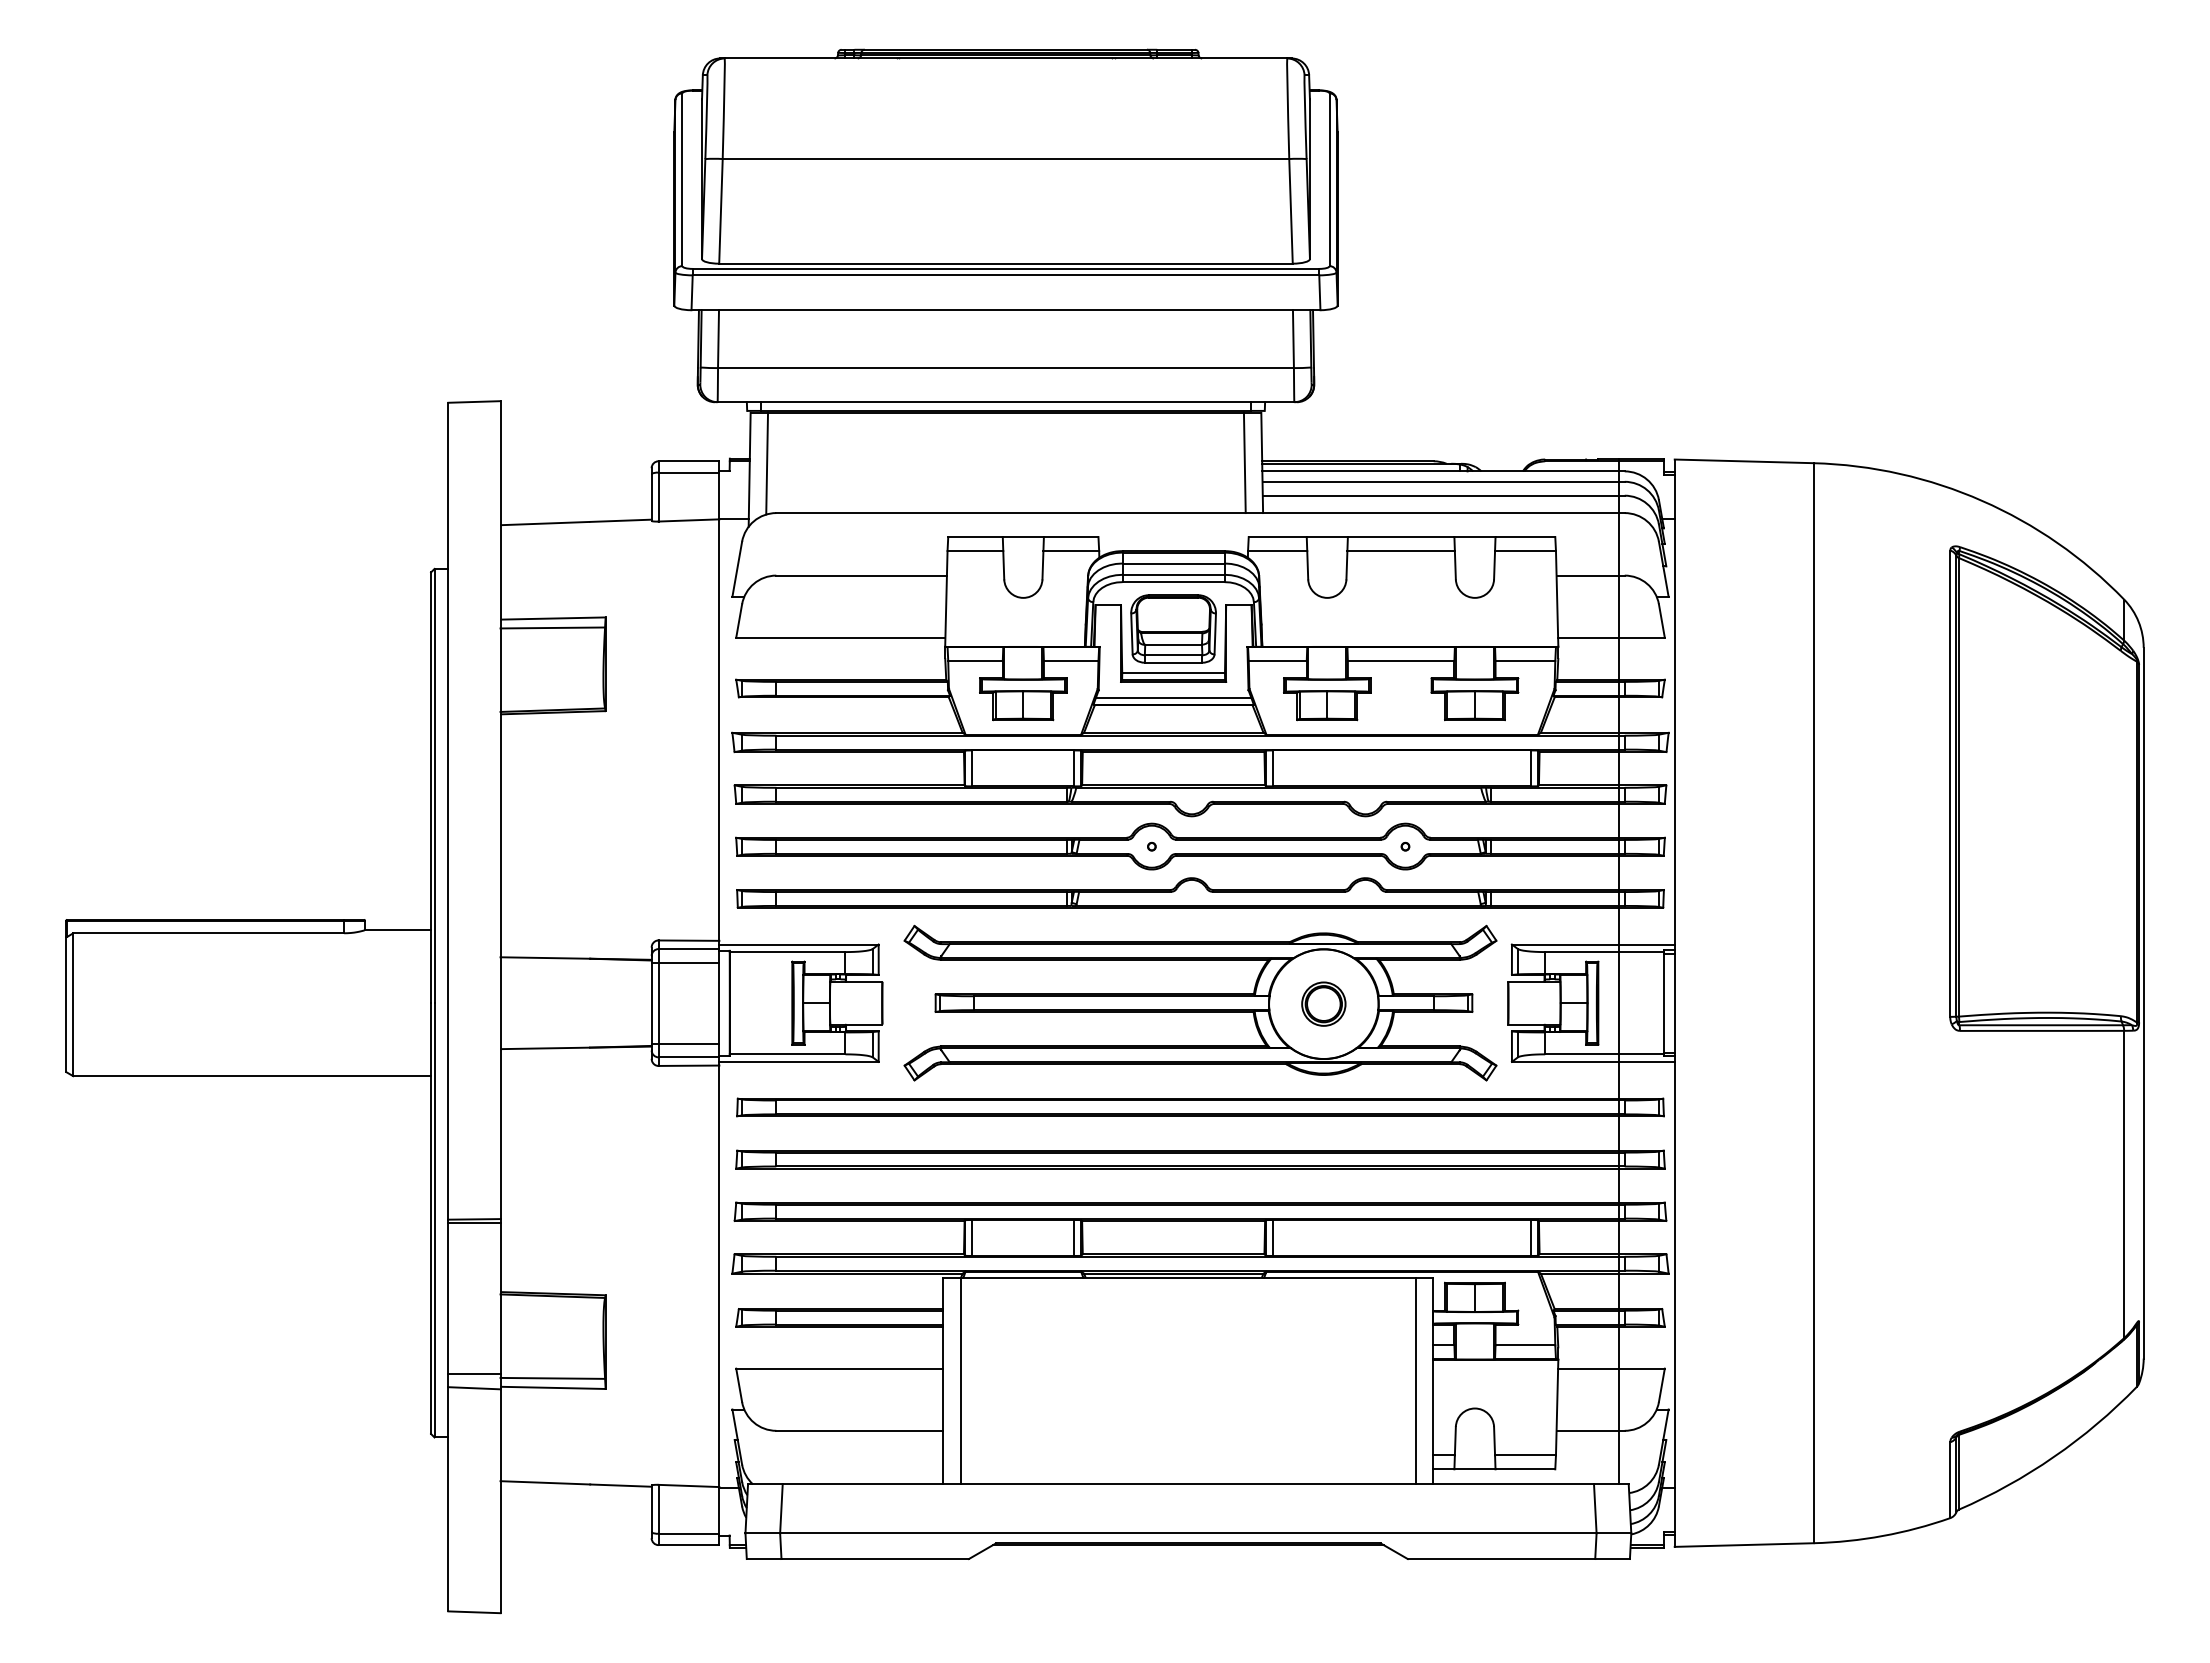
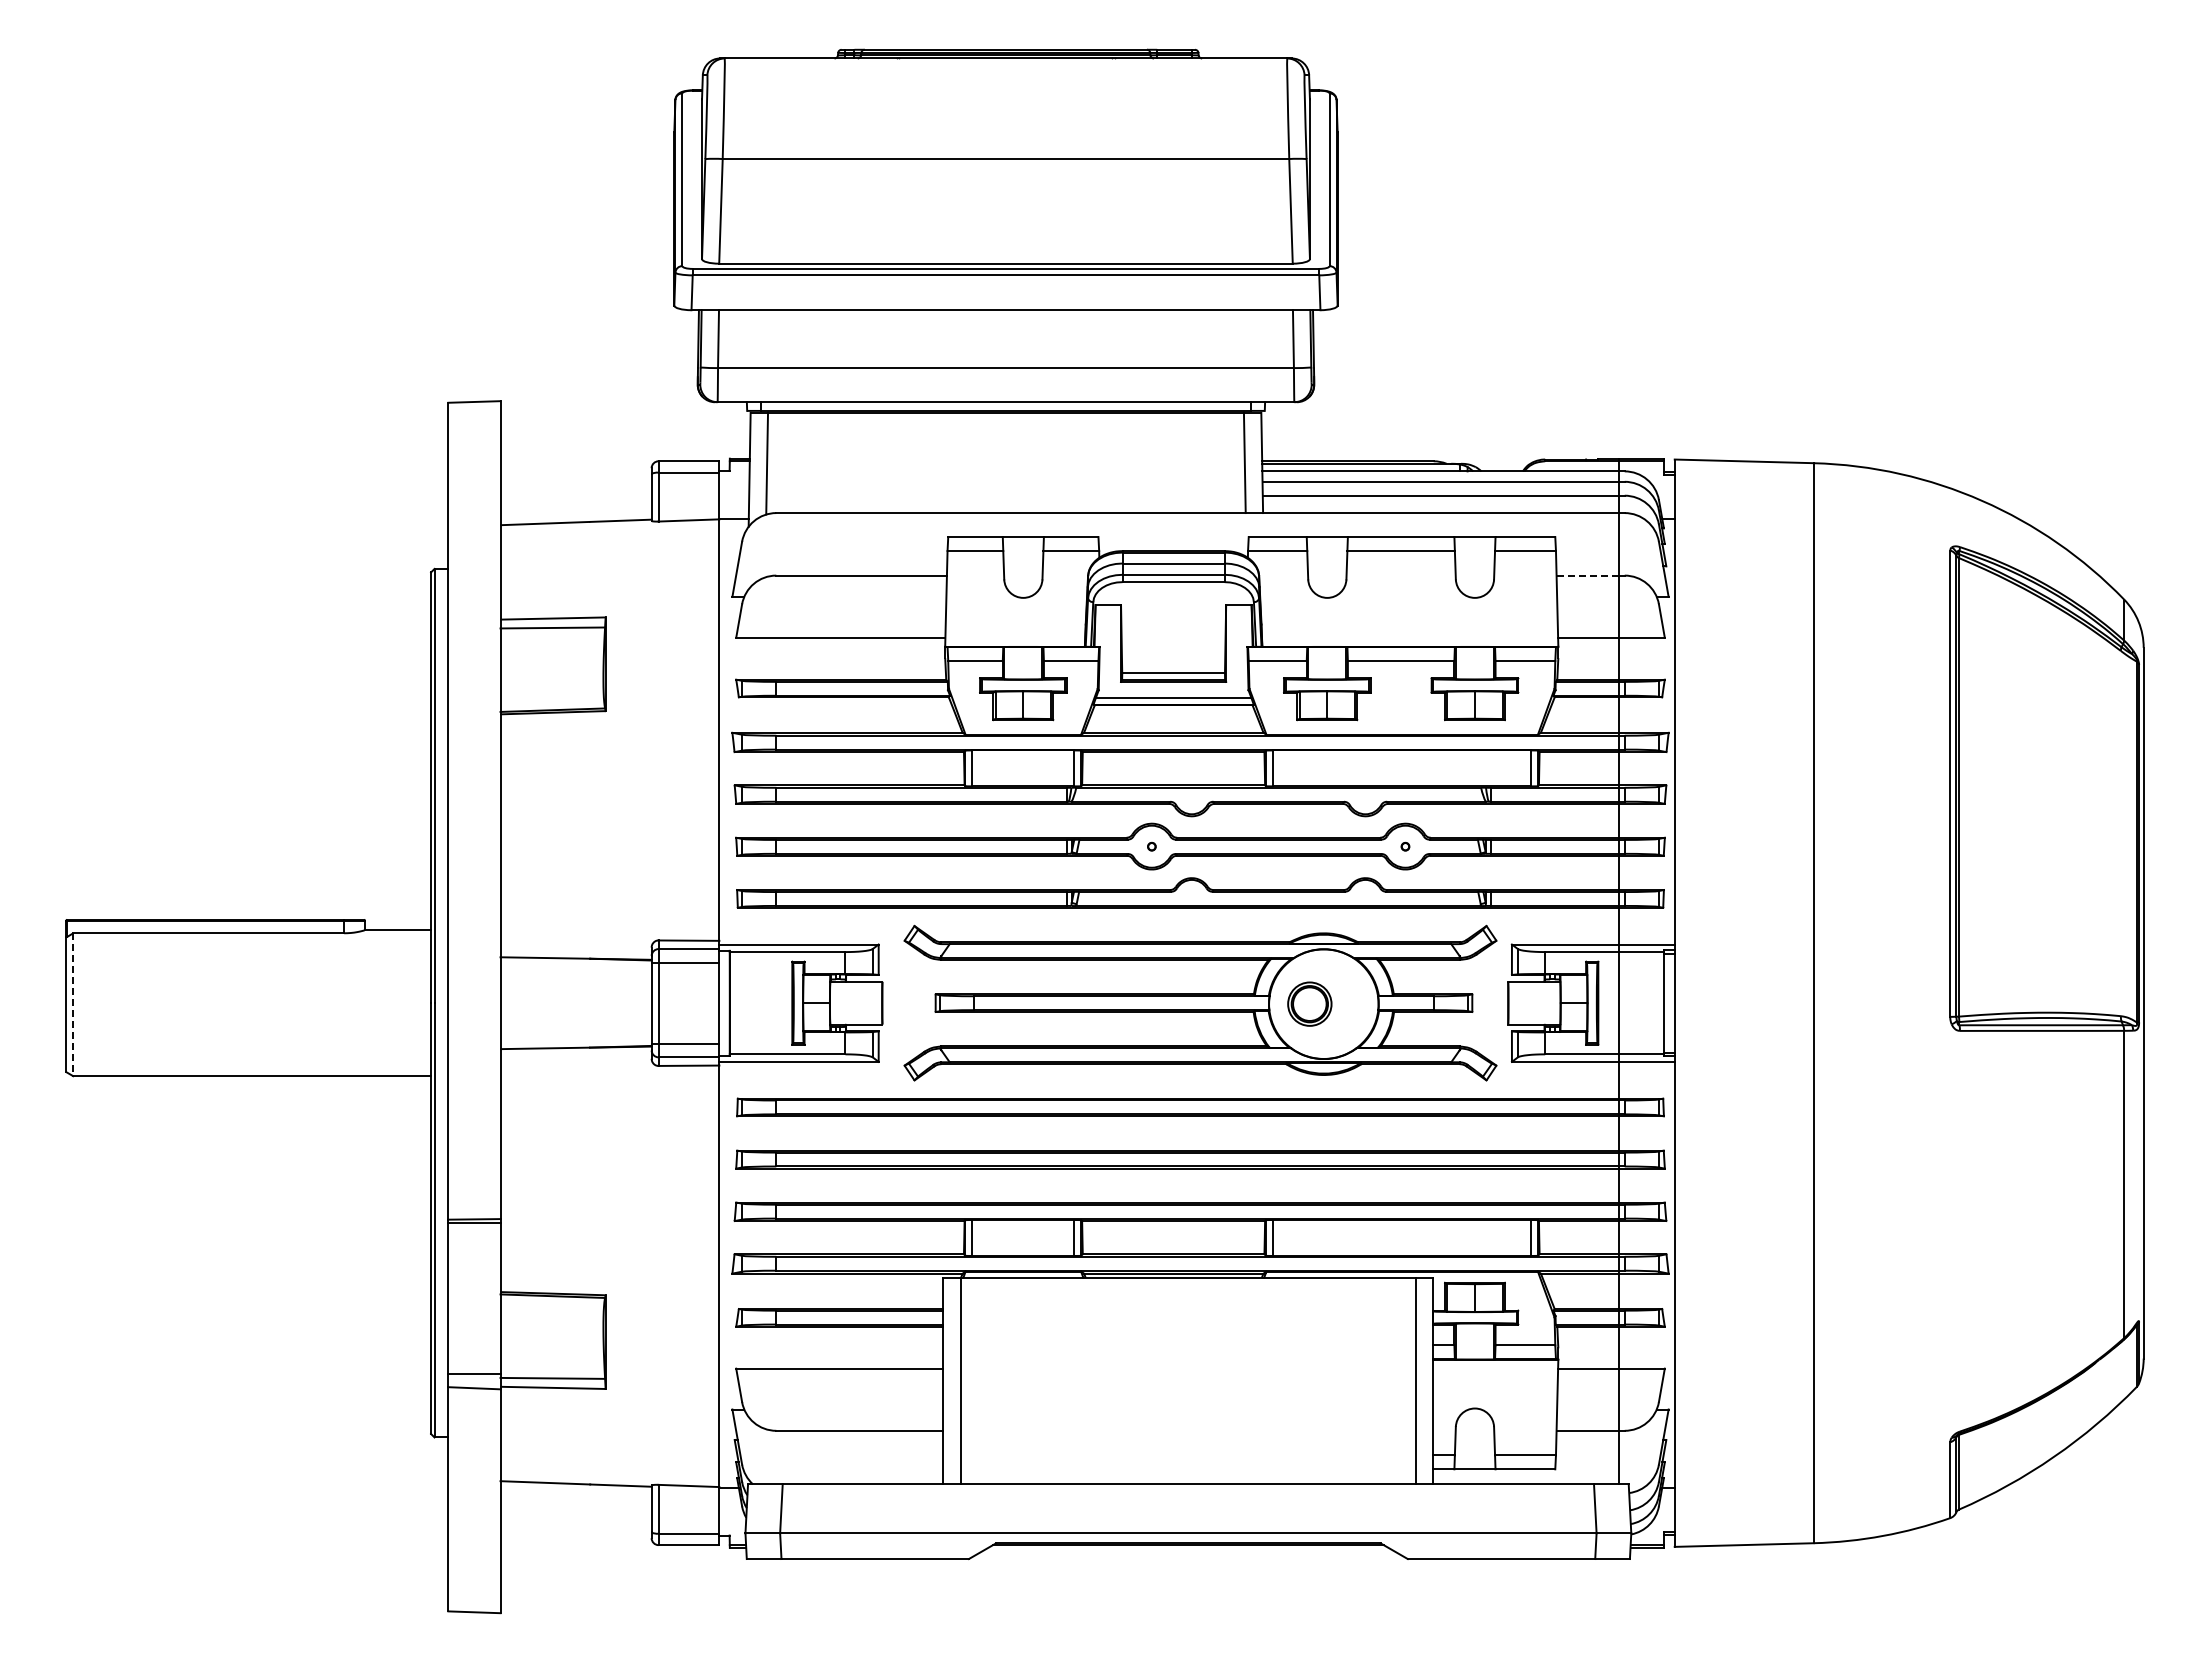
line at (1587, 575): solid -> dashed
part at (1173, 628): present -> none
part at (1323, 1003) position: (1323, 1003) -> (1309, 1003)
line at (73, 1005): solid -> dashed
